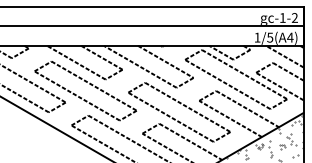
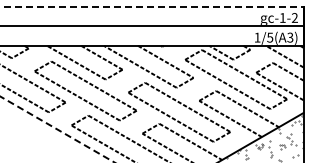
line at (152, 6): solid -> dashed
text at (290, 37): 1/5(A4) -> 1/5(A3)
line at (58, 129): solid -> dashed
